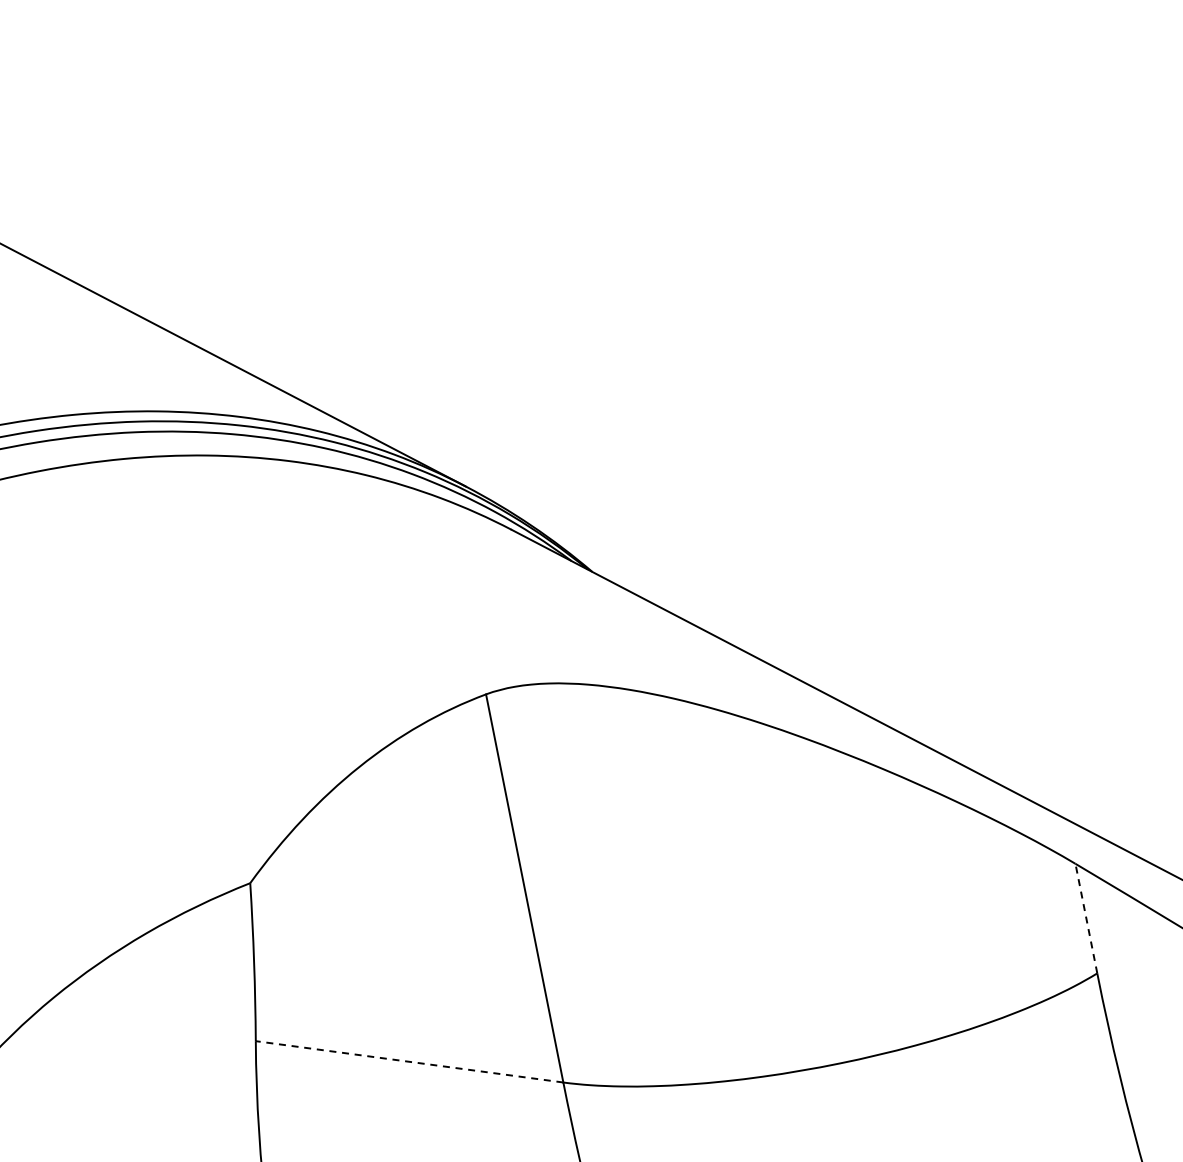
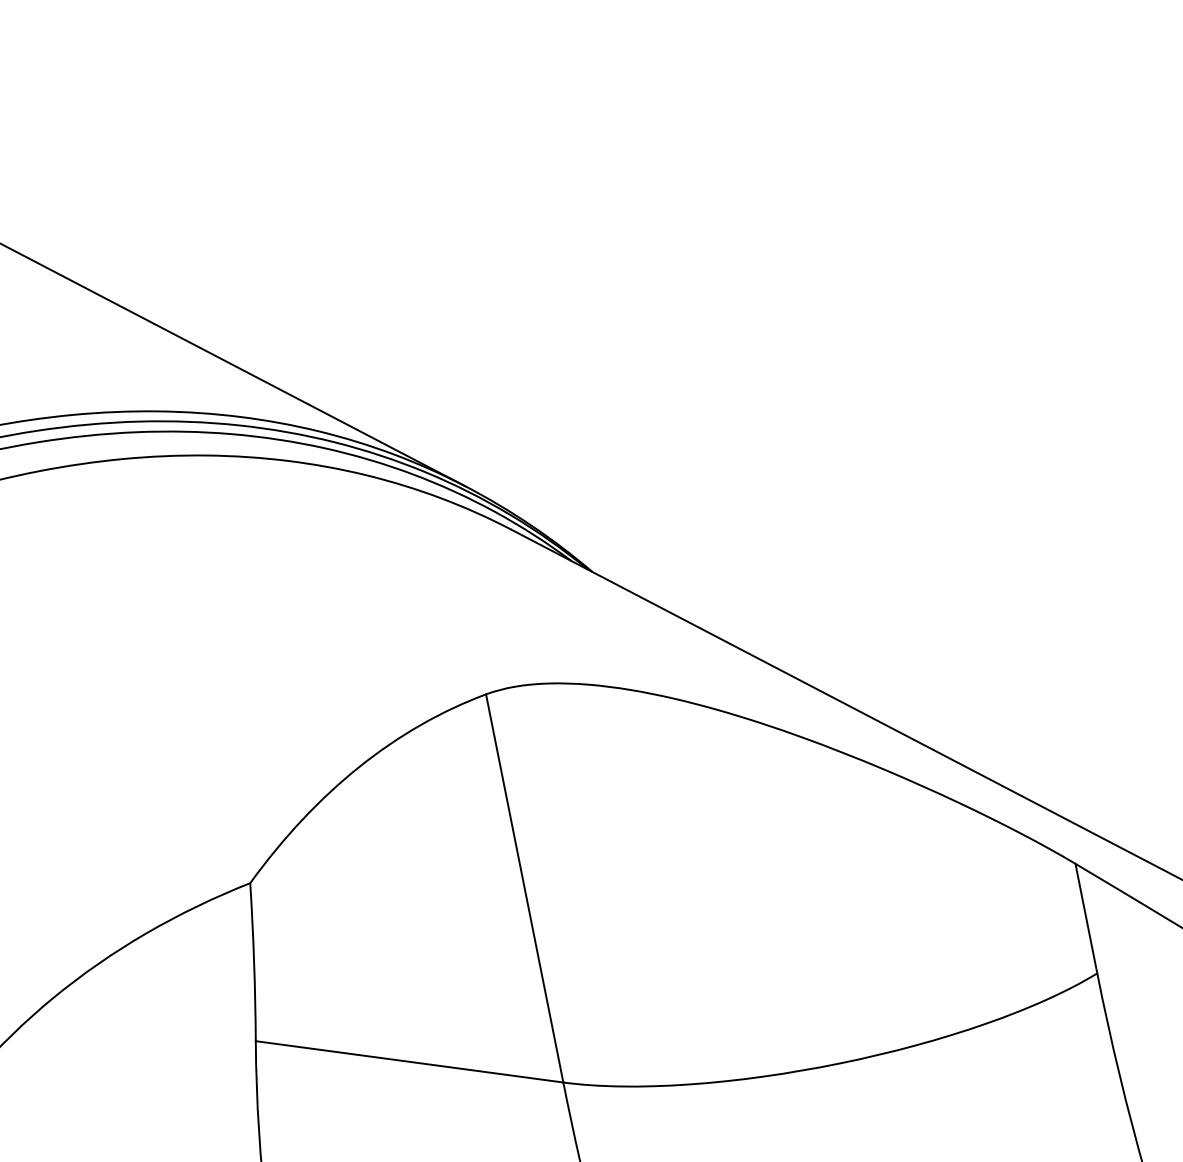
line at (1086, 918): dashed -> solid
line at (409, 1061): dashed -> solid
